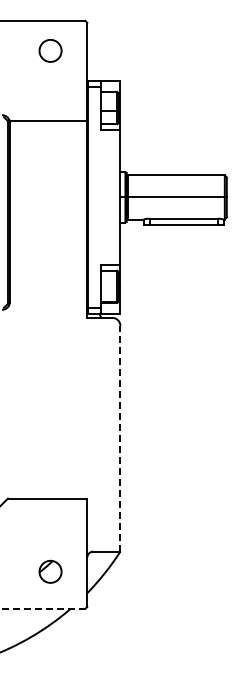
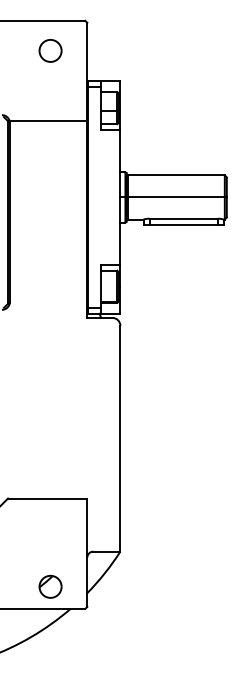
line at (120, 438): dashed -> solid
part at (50, 571) position: (50, 571) -> (50, 586)
line at (43, 608): dashed -> solid
